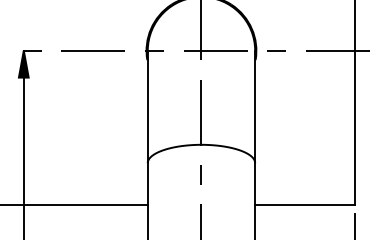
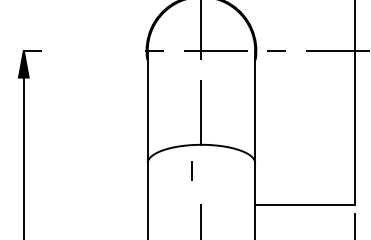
line at (92, 50): present -> none
line at (200, 174) position: (200, 174) -> (191, 170)
line at (74, 204): present -> none
